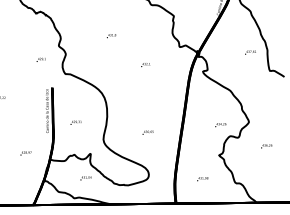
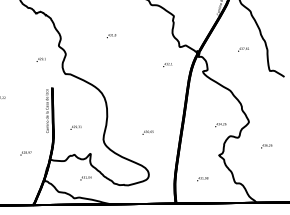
text at (250, 52) position: (250, 52) -> (243, 49)
text at (145, 65) position: (145, 65) -> (167, 65)
text at (75, 122) position: (75, 122) -> (75, 127)
